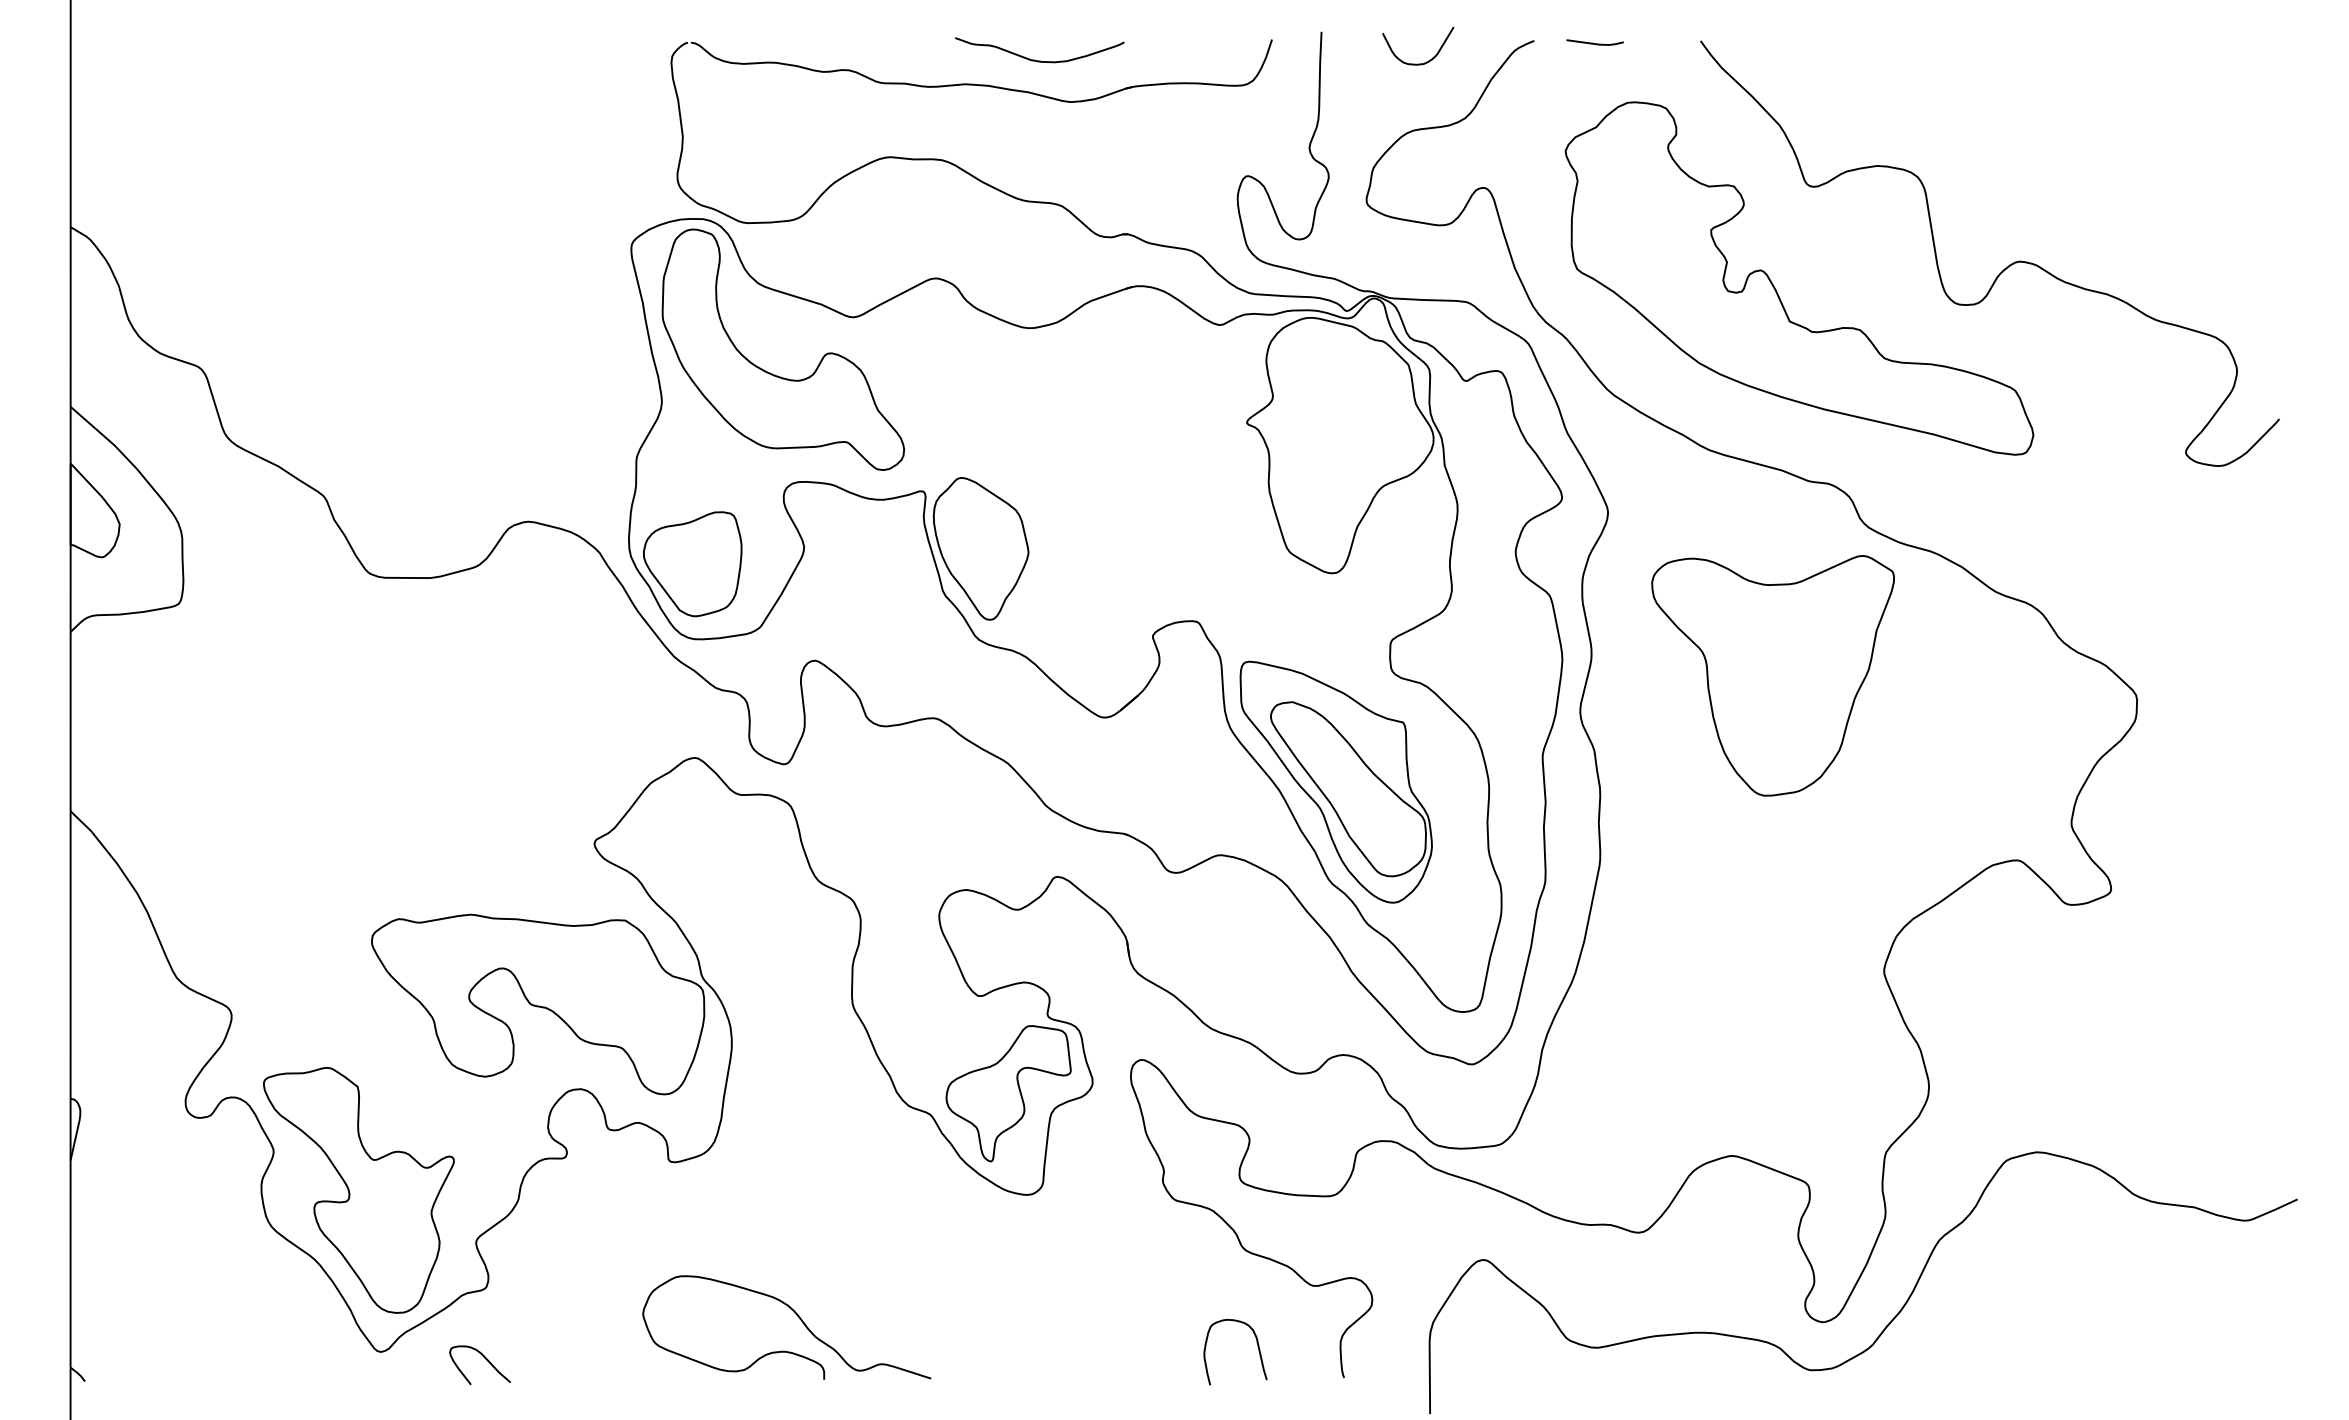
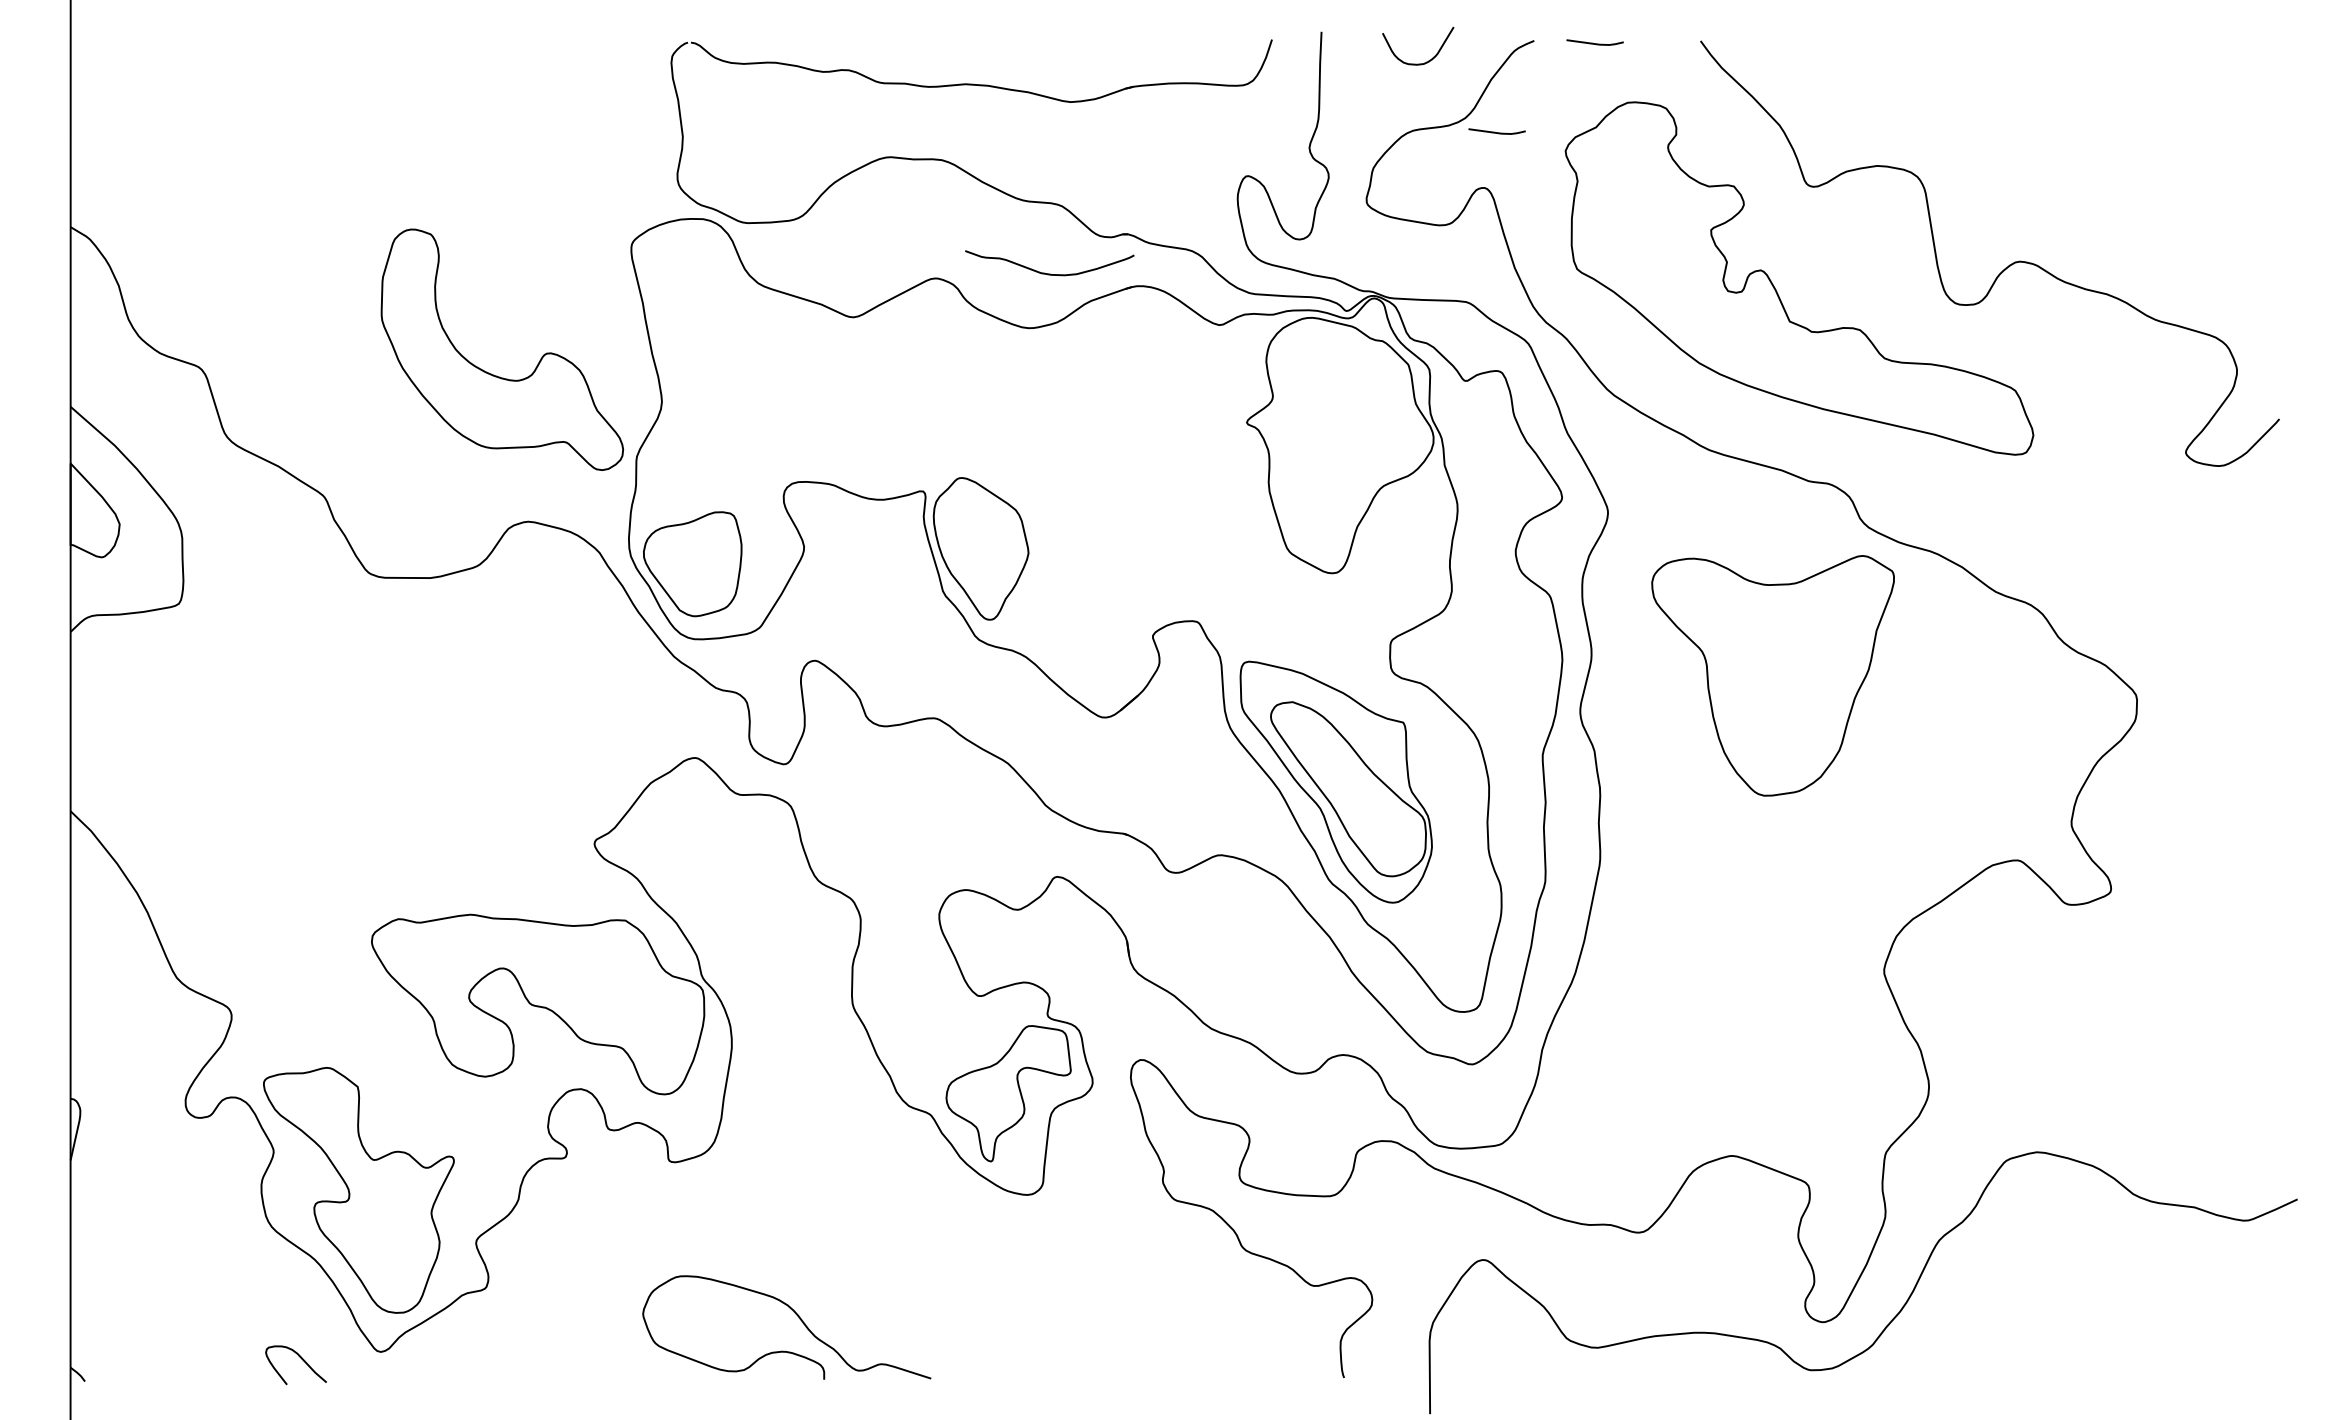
curve at (1039, 60) position: (1039, 60) -> (1049, 273)
line at (1495, 131): none -> present
part at (772, 373) position: (772, 373) -> (491, 373)
curve at (1257, 1347): present -> none
curve at (485, 1359) position: (485, 1359) -> (301, 1359)
